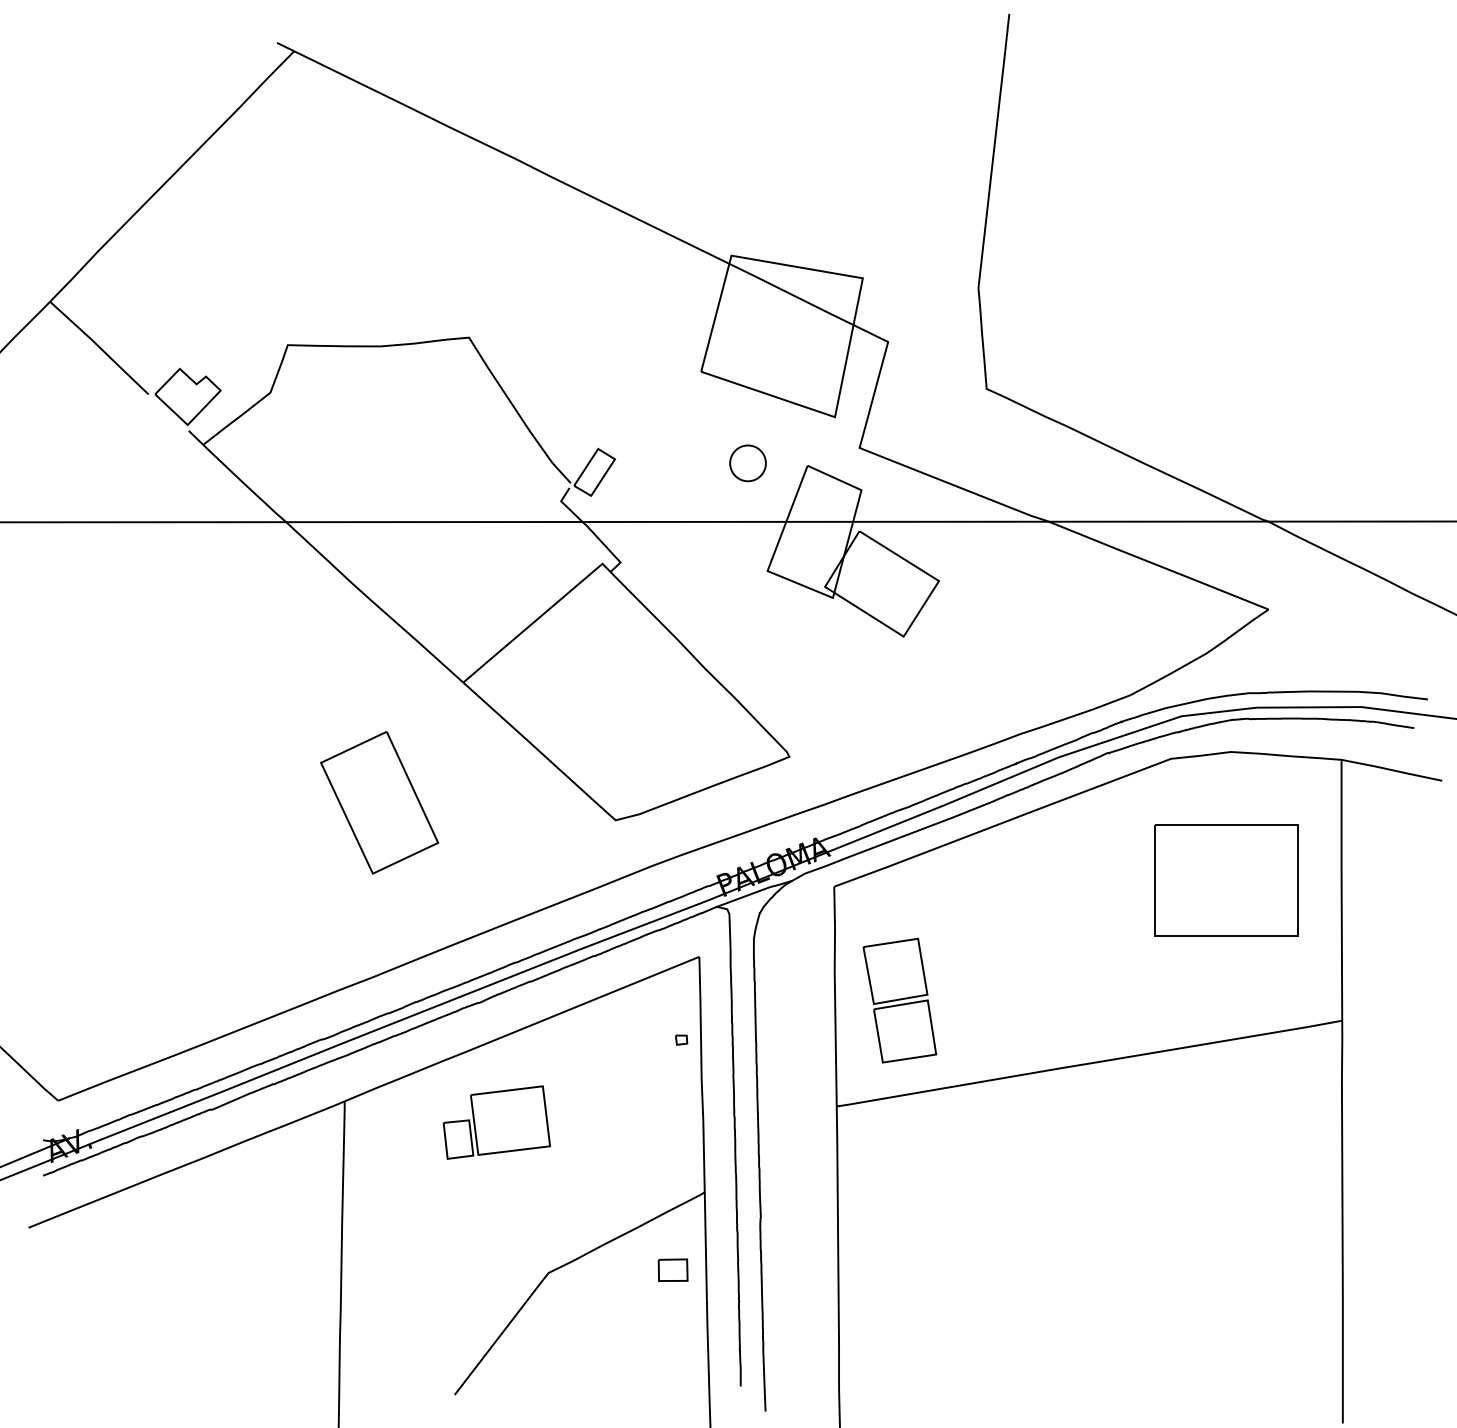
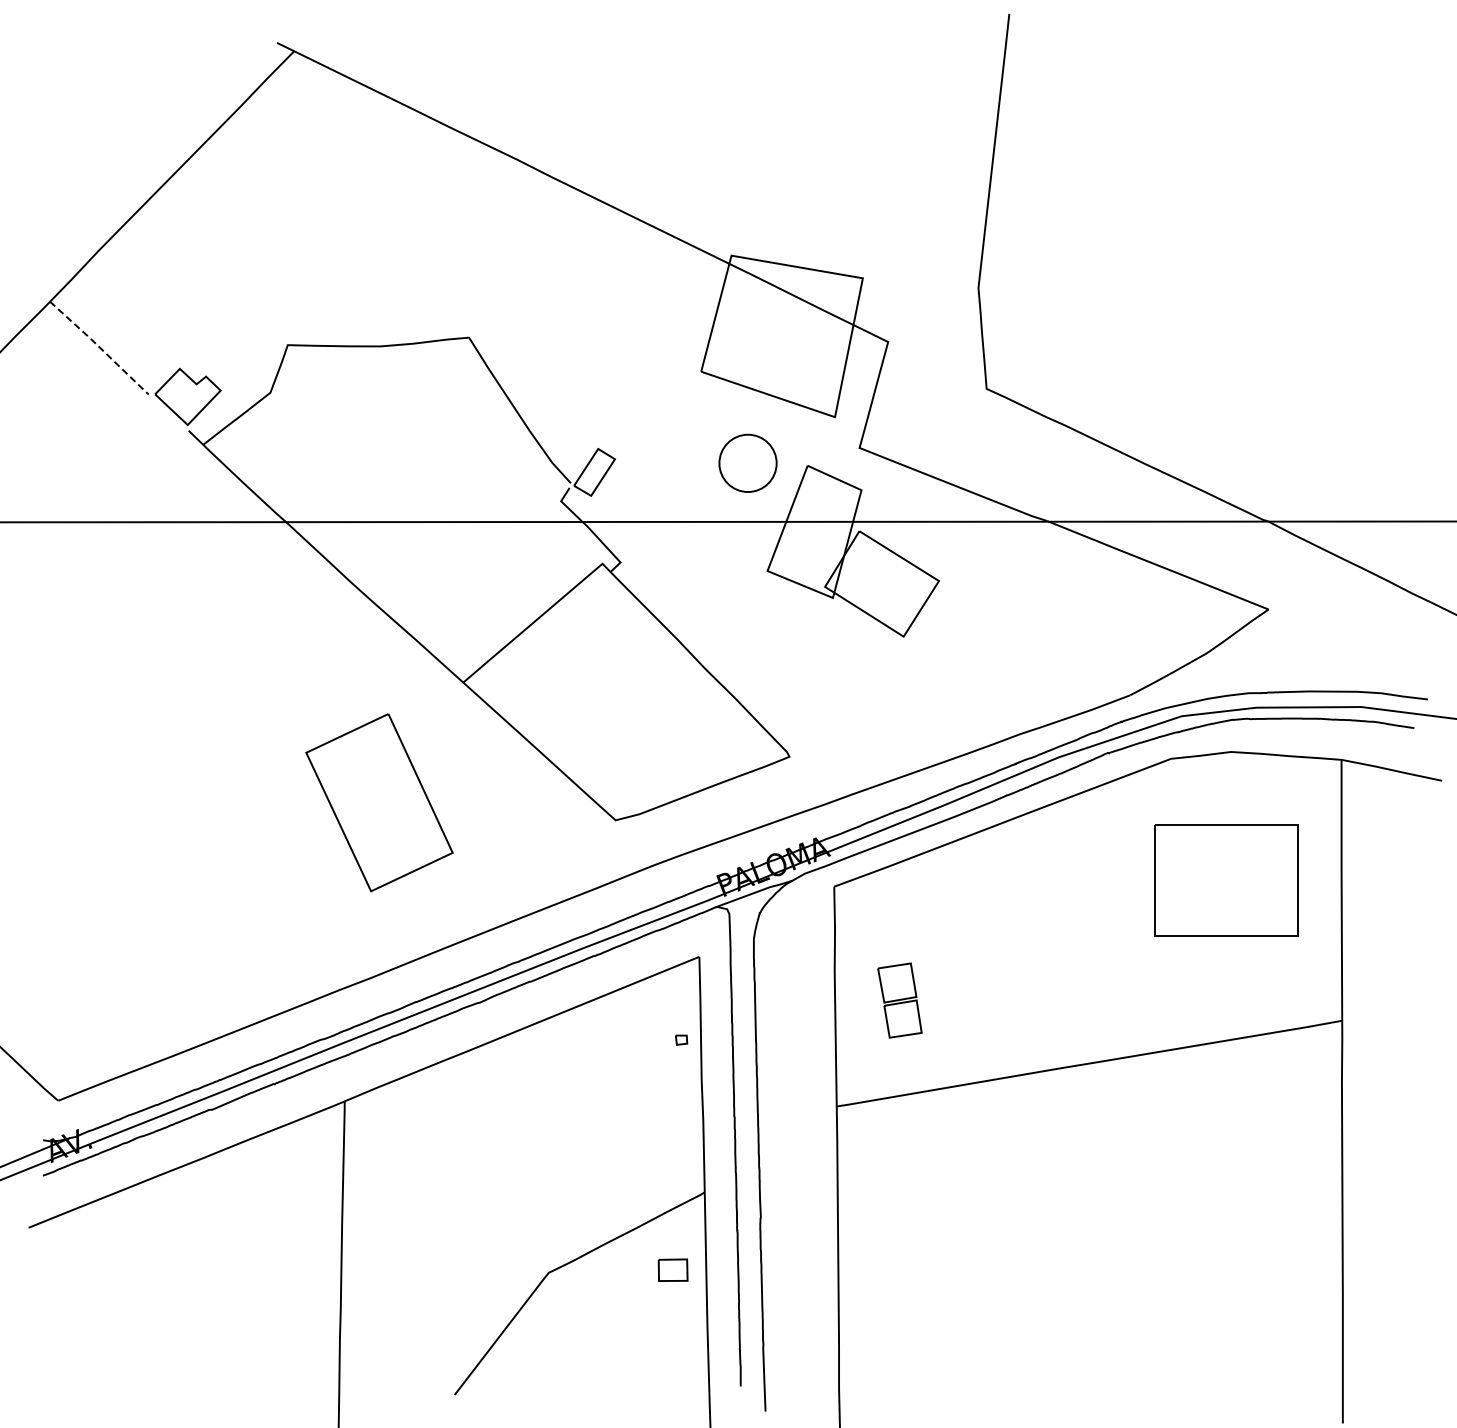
line at (100, 347): solid -> dashed
circle at (747, 463) diameter: 36 px -> 57 px
part at (379, 802) size: 120x144 px -> 149x180 px
part at (899, 1000) size: 76x127 px -> 46x77 px
part at (496, 1122): present -> none
